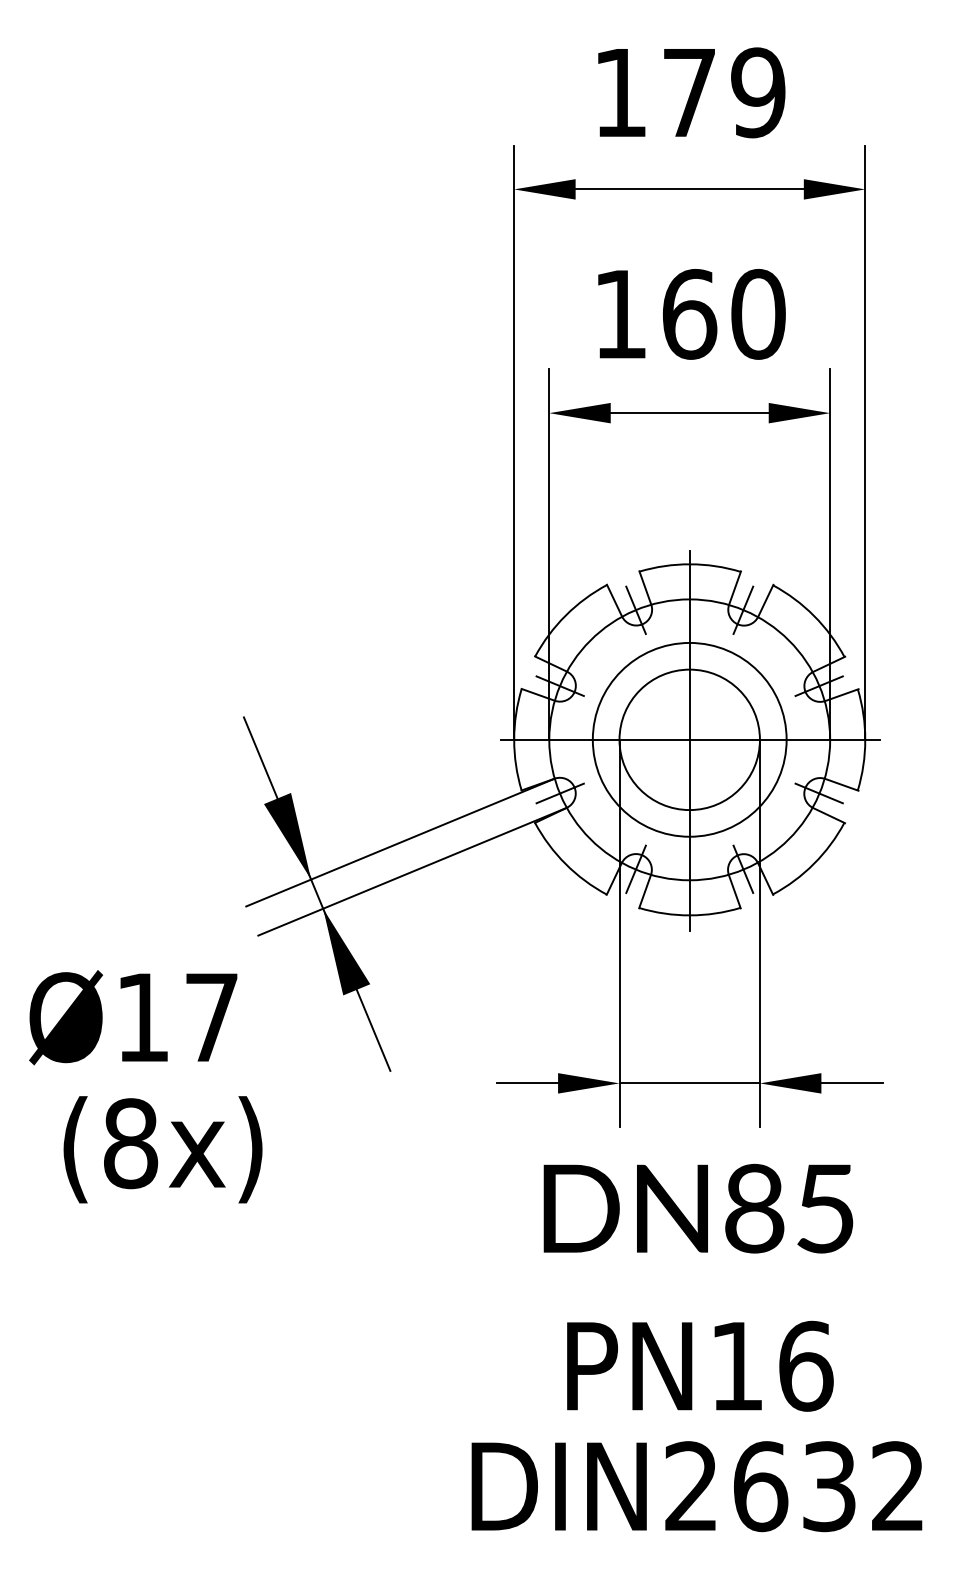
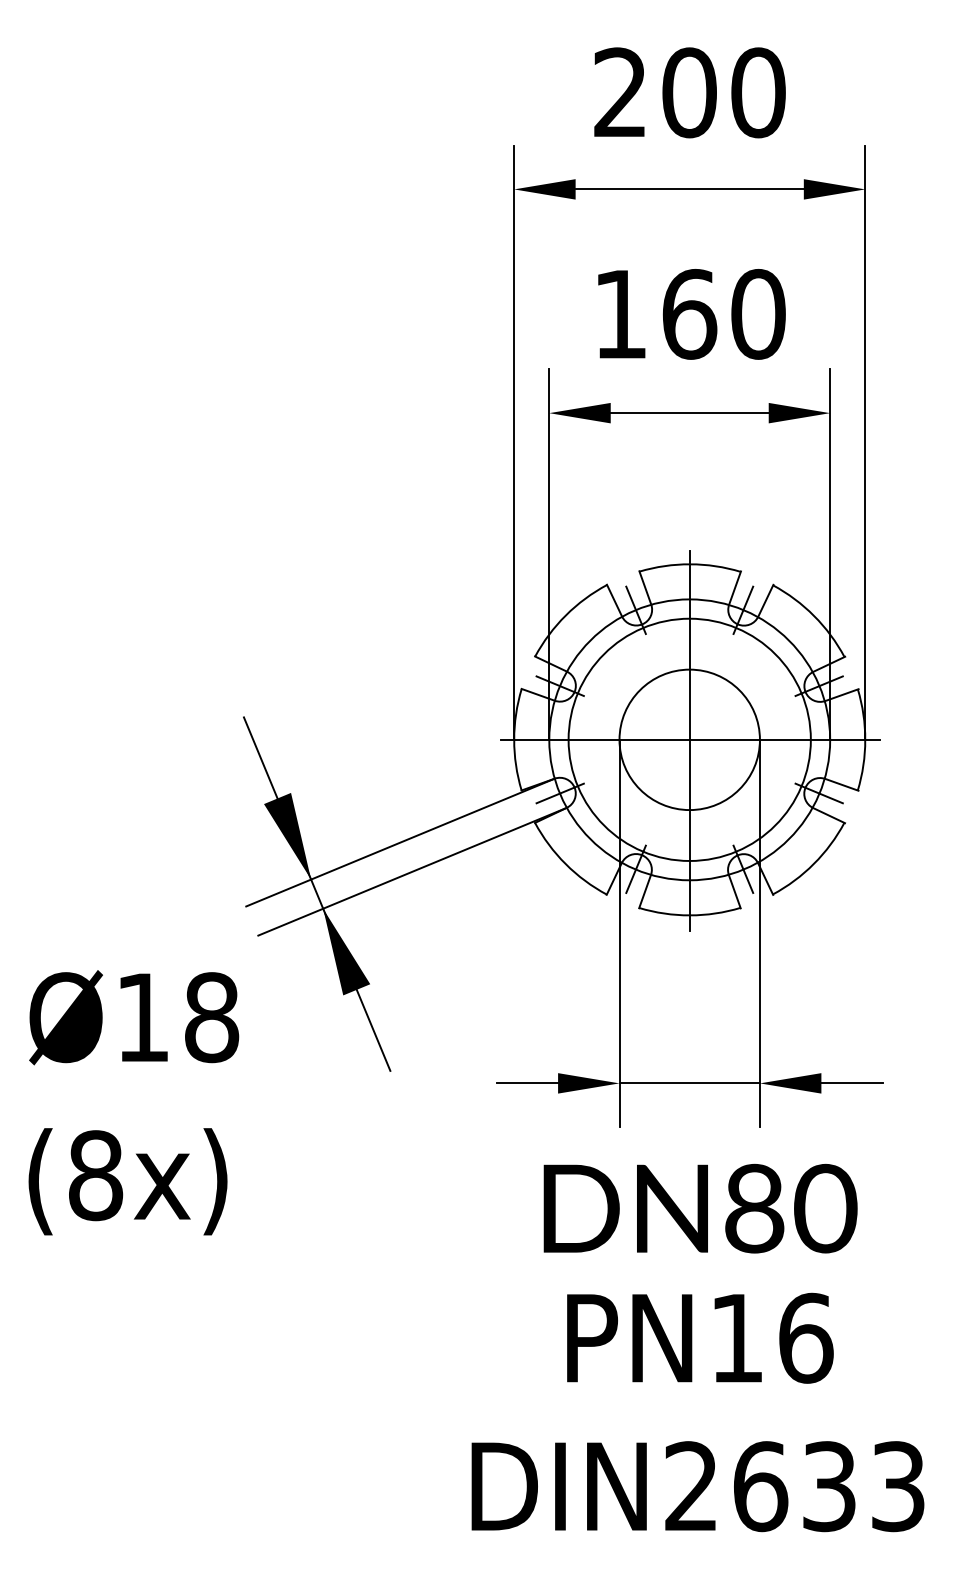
text at (689, 92): 179 -> 200
circle at (689, 739) diameter: 194 px -> 242 px
text at (212, 1017): Ø17 -> Ø18
text at (162, 1149) position: (162, 1149) -> (127, 1181)
text at (825, 1208): DN85 -> DN80
text at (700, 1365) position: (700, 1365) -> (700, 1337)
text at (898, 1486): DIN2632 -> DIN2633
